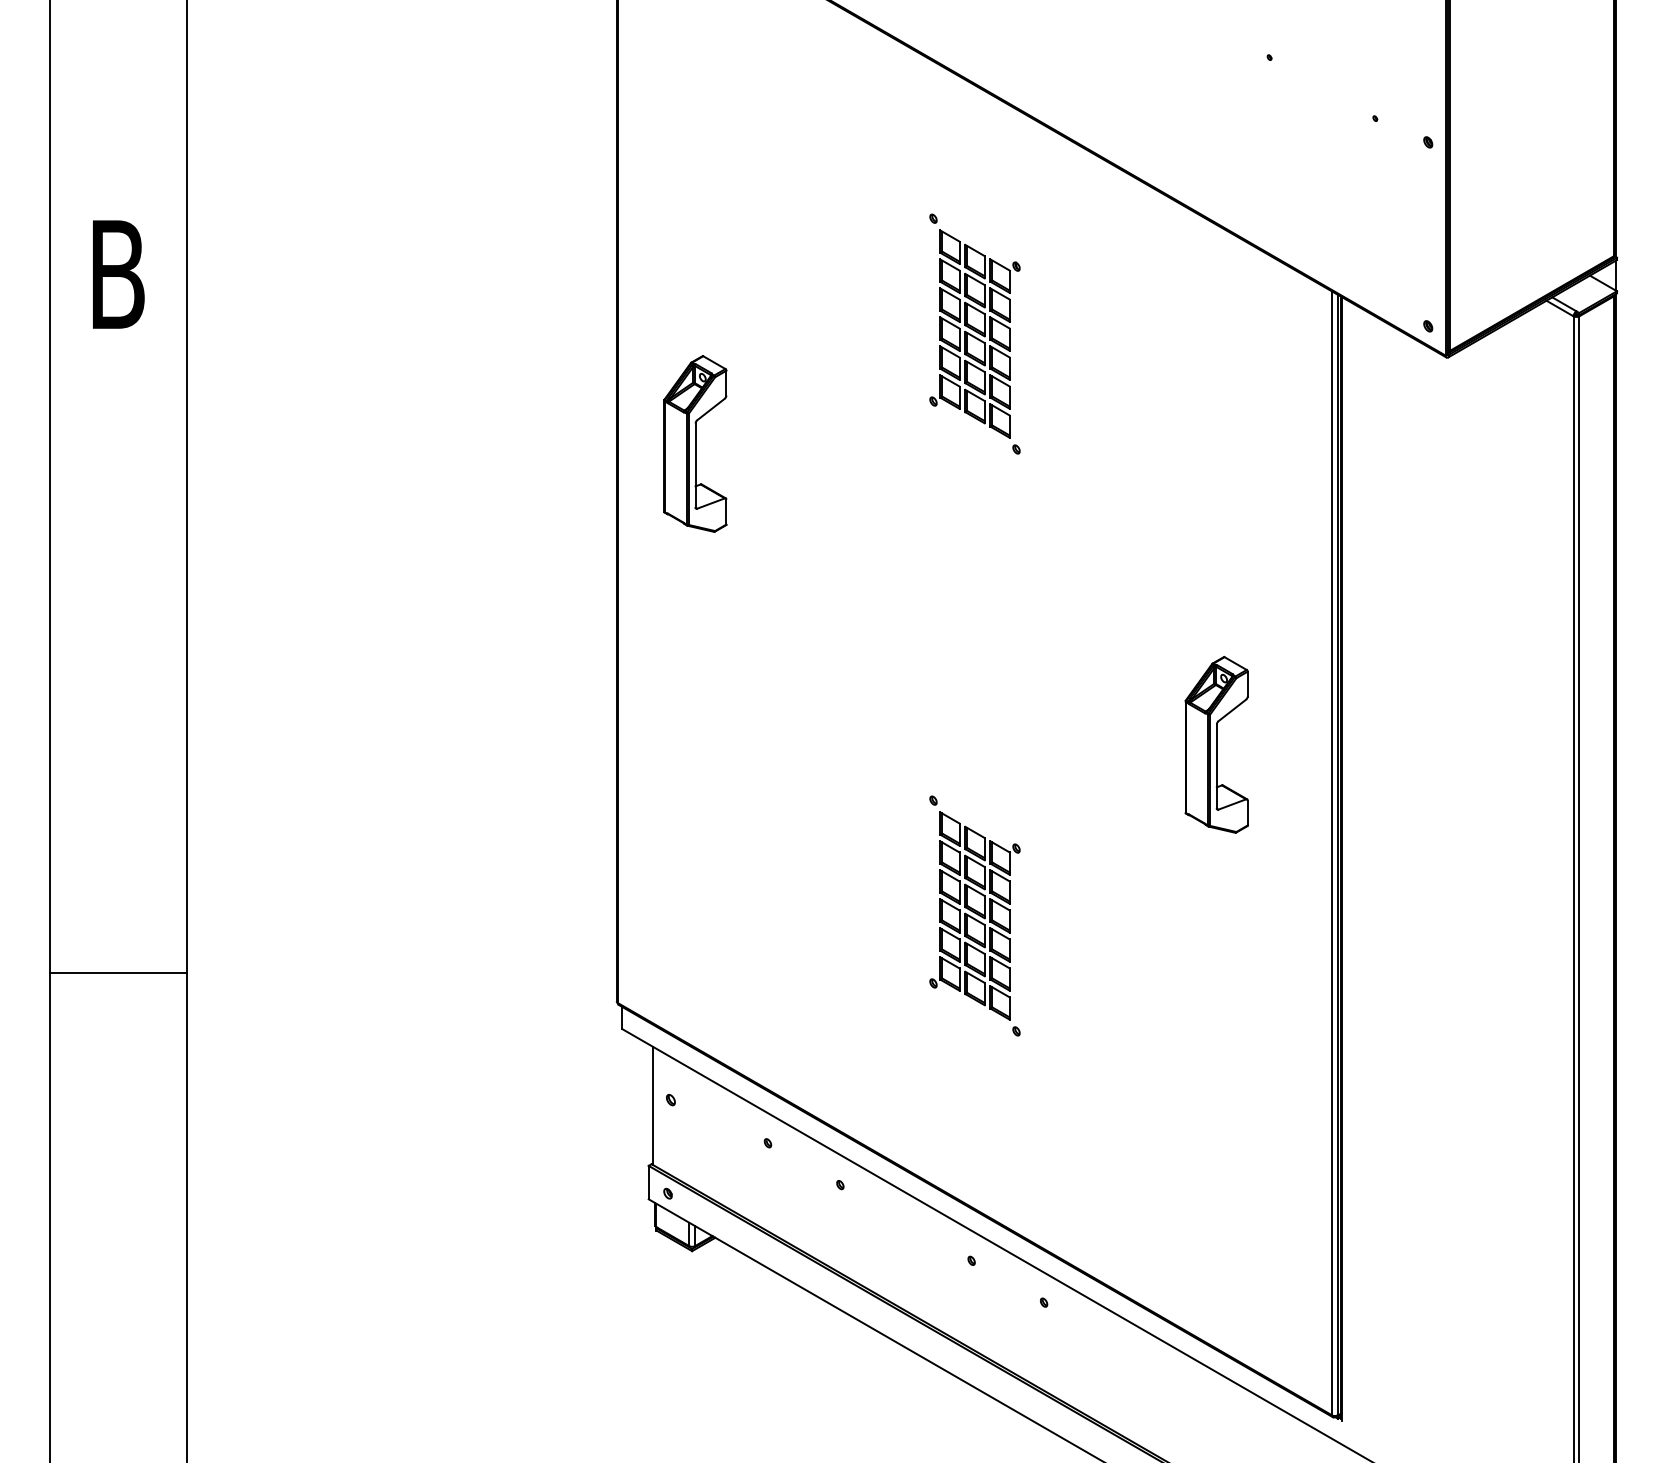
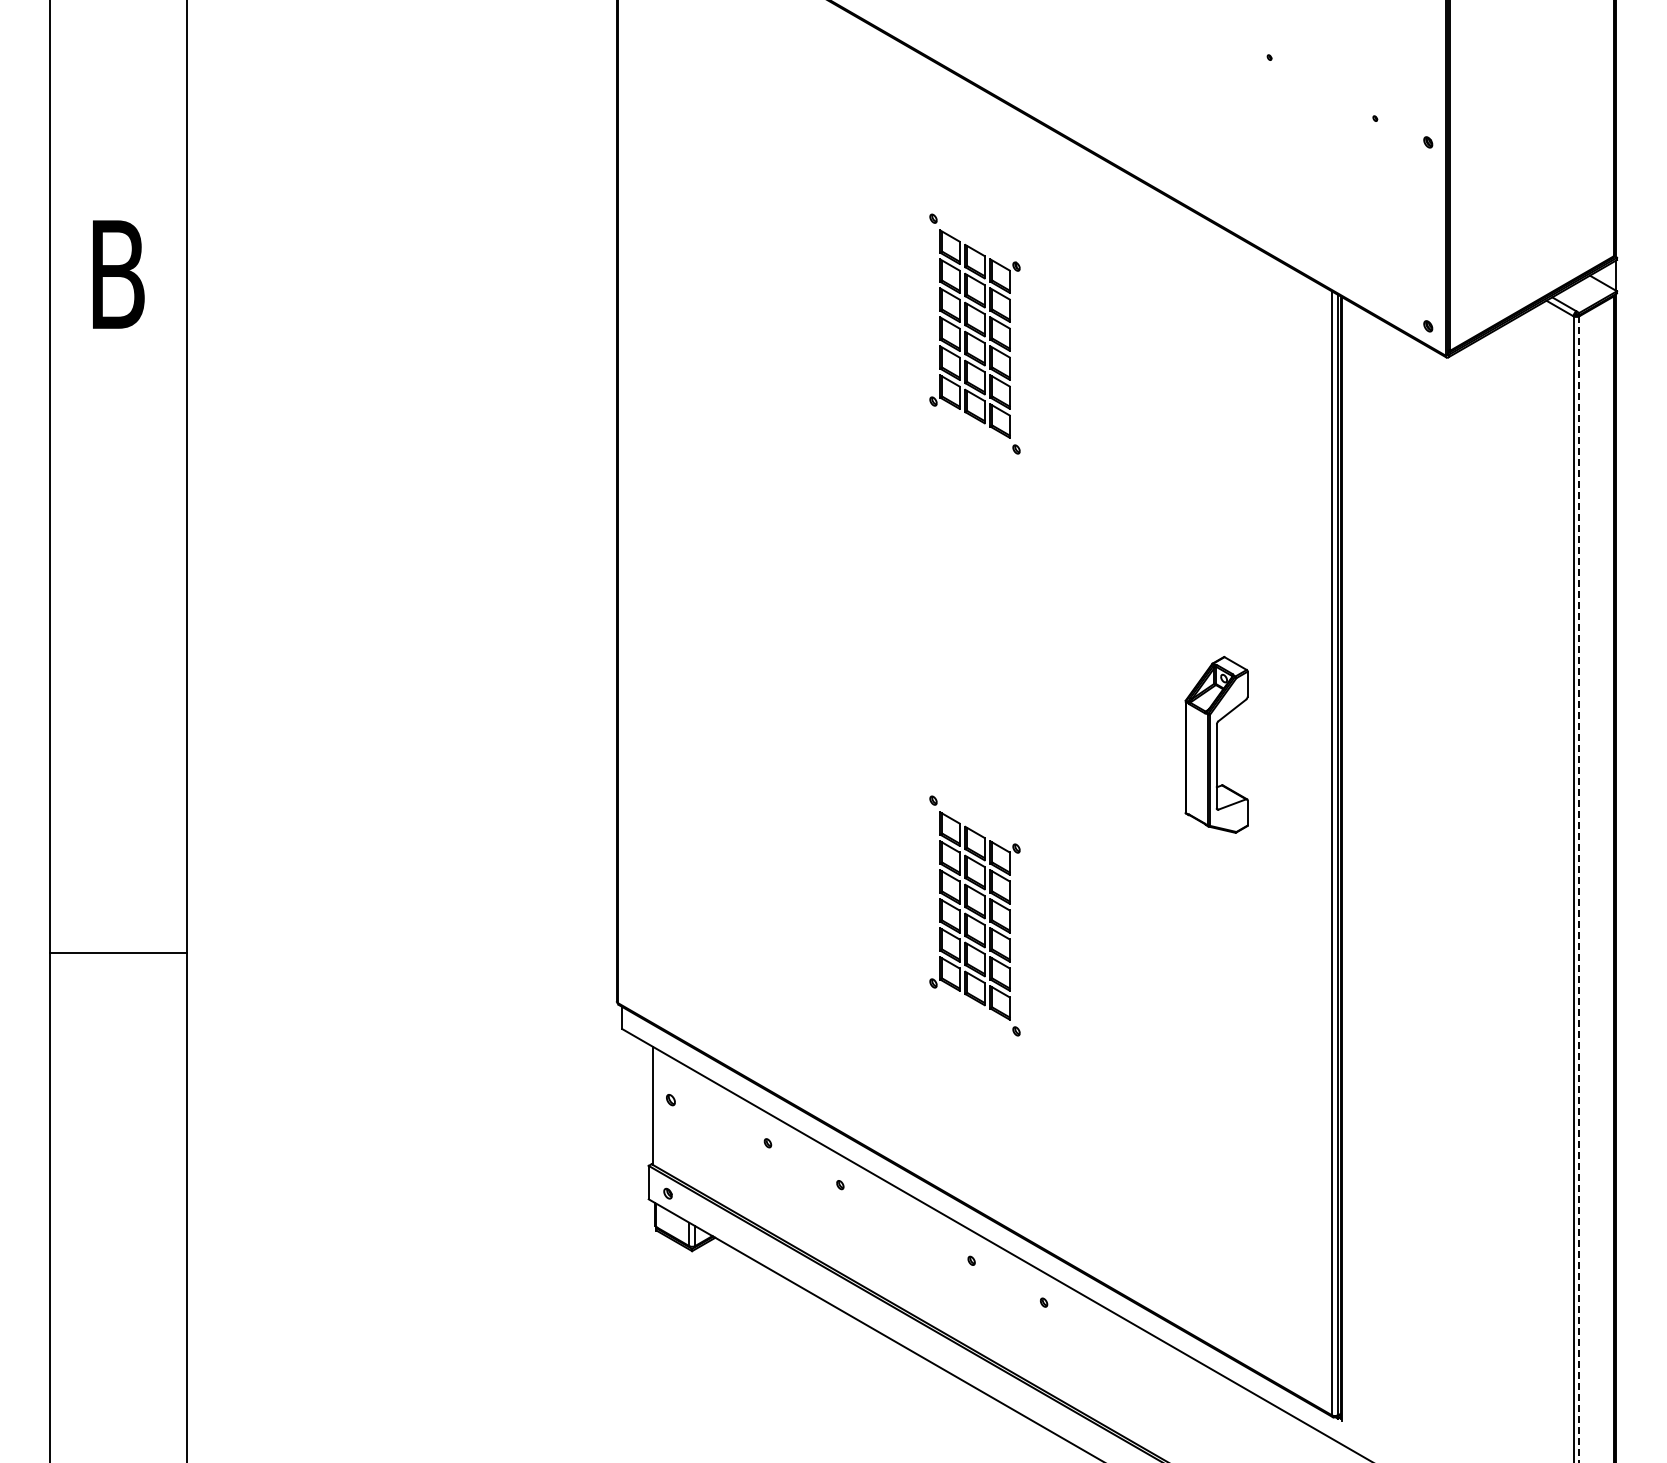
part at (695, 443): present -> none
line at (1579, 889): solid -> dashed
line at (118, 972) position: (118, 972) -> (118, 952)
